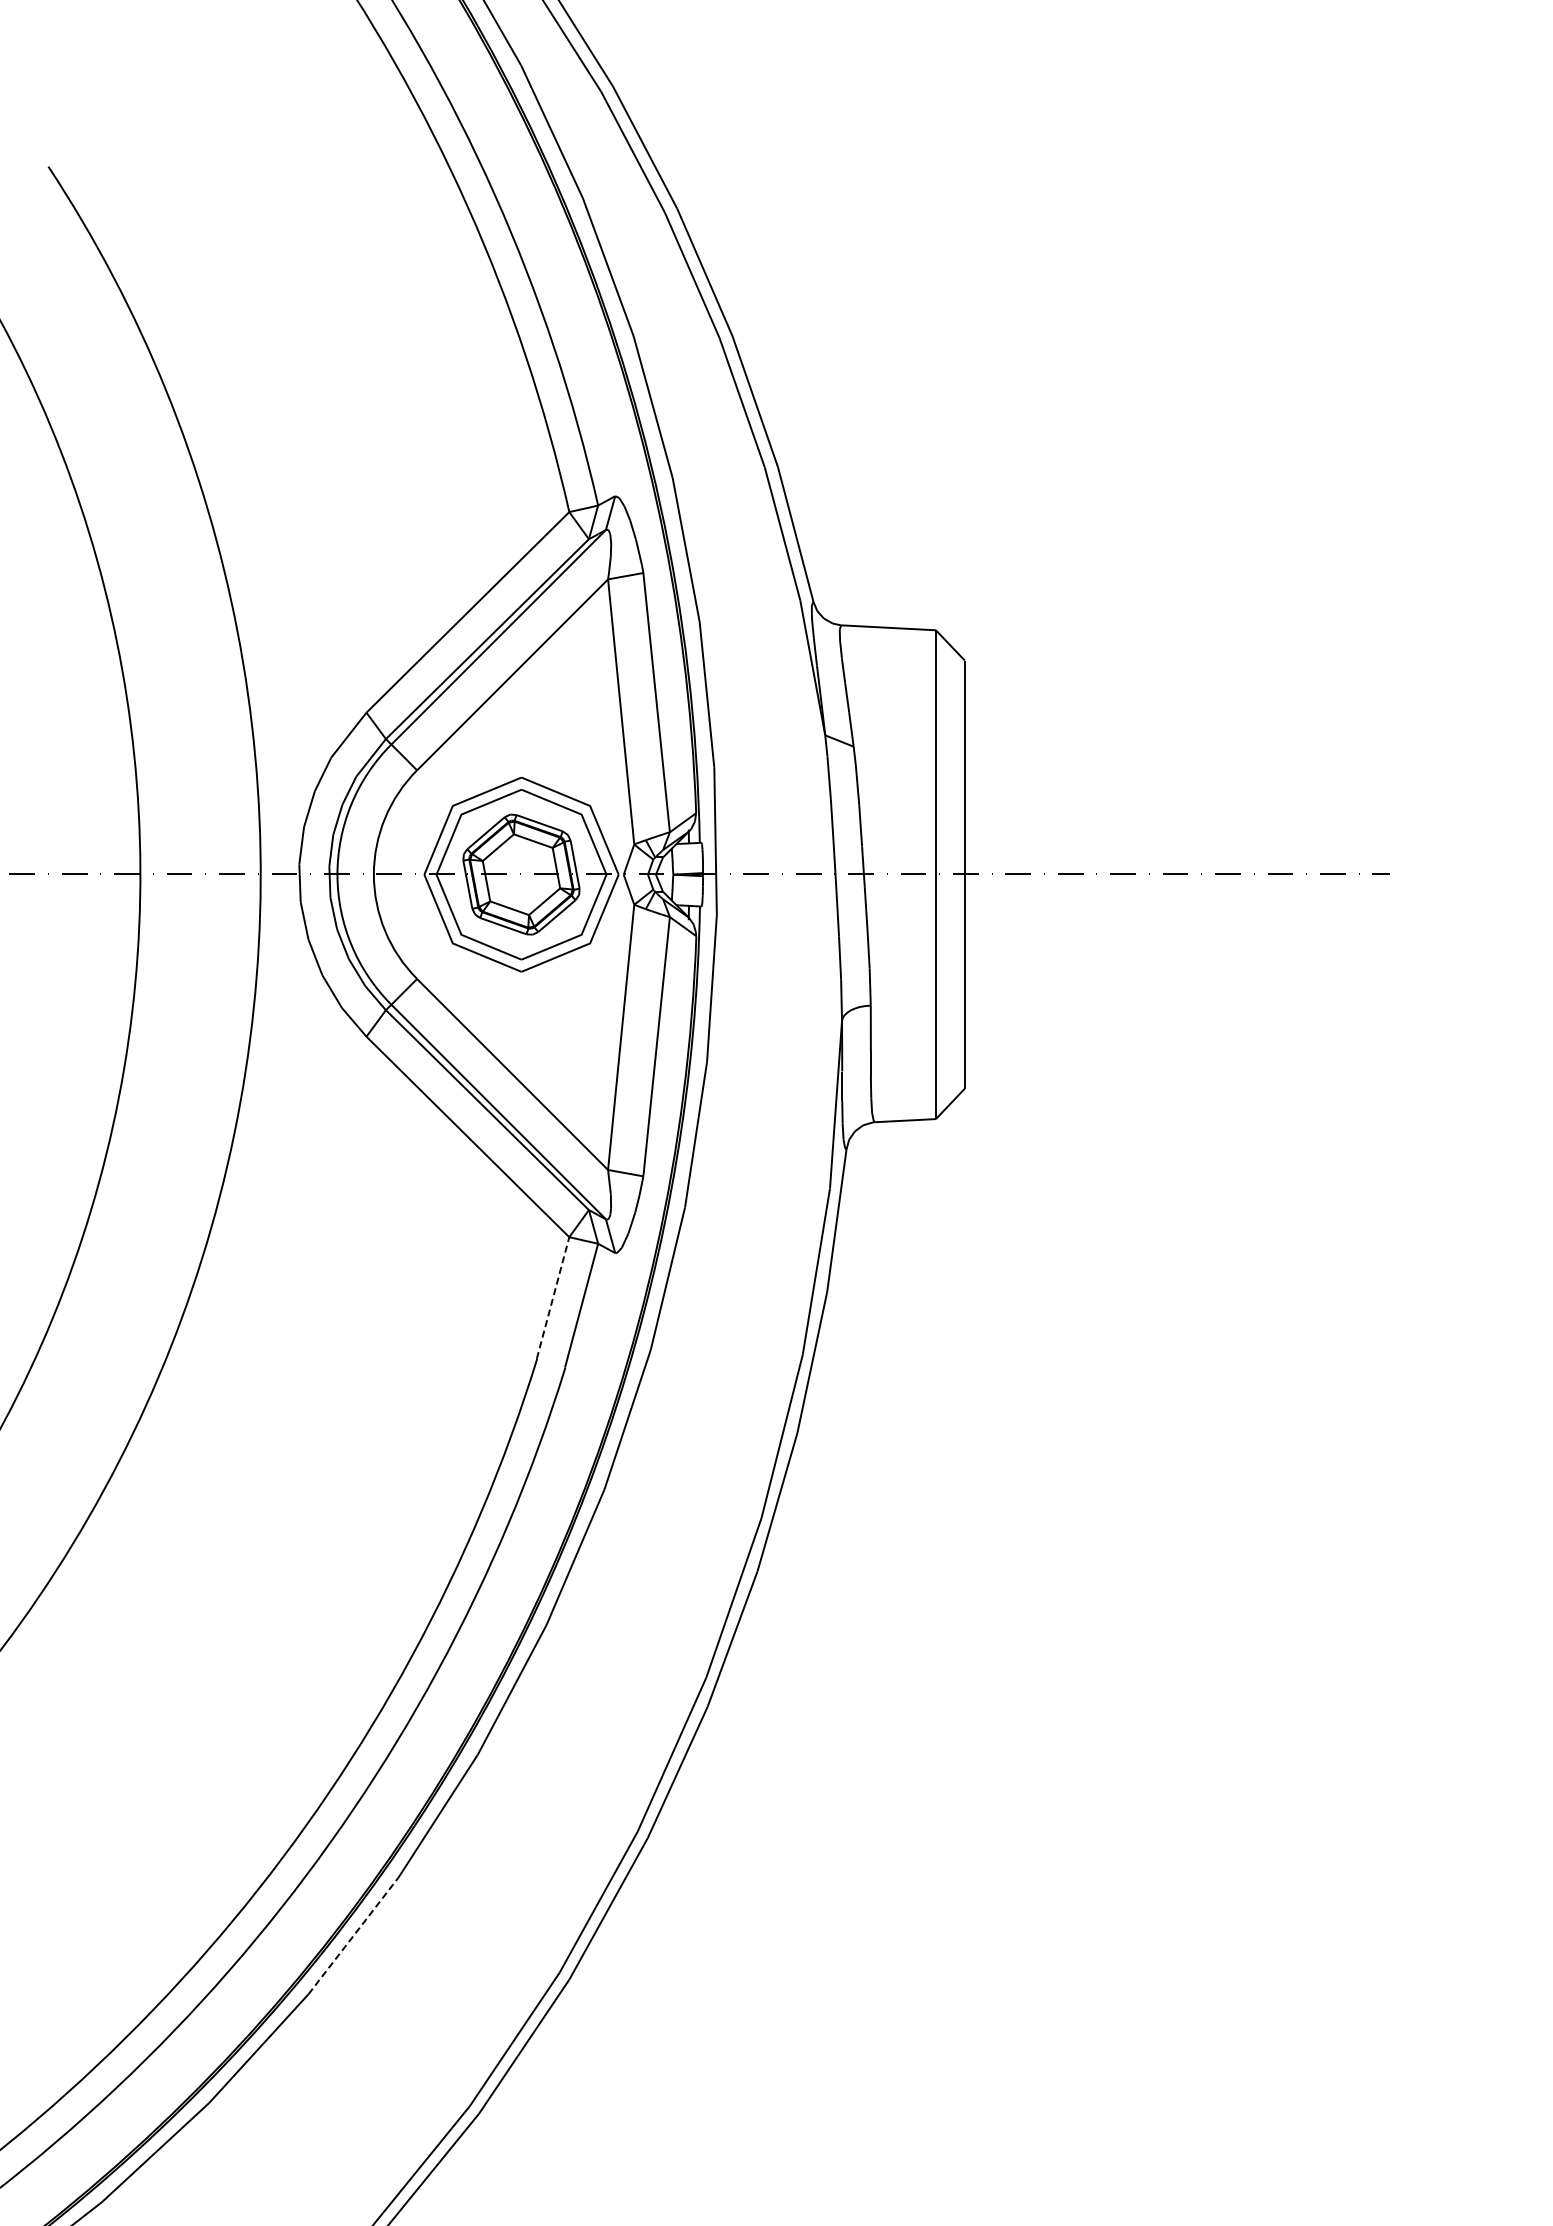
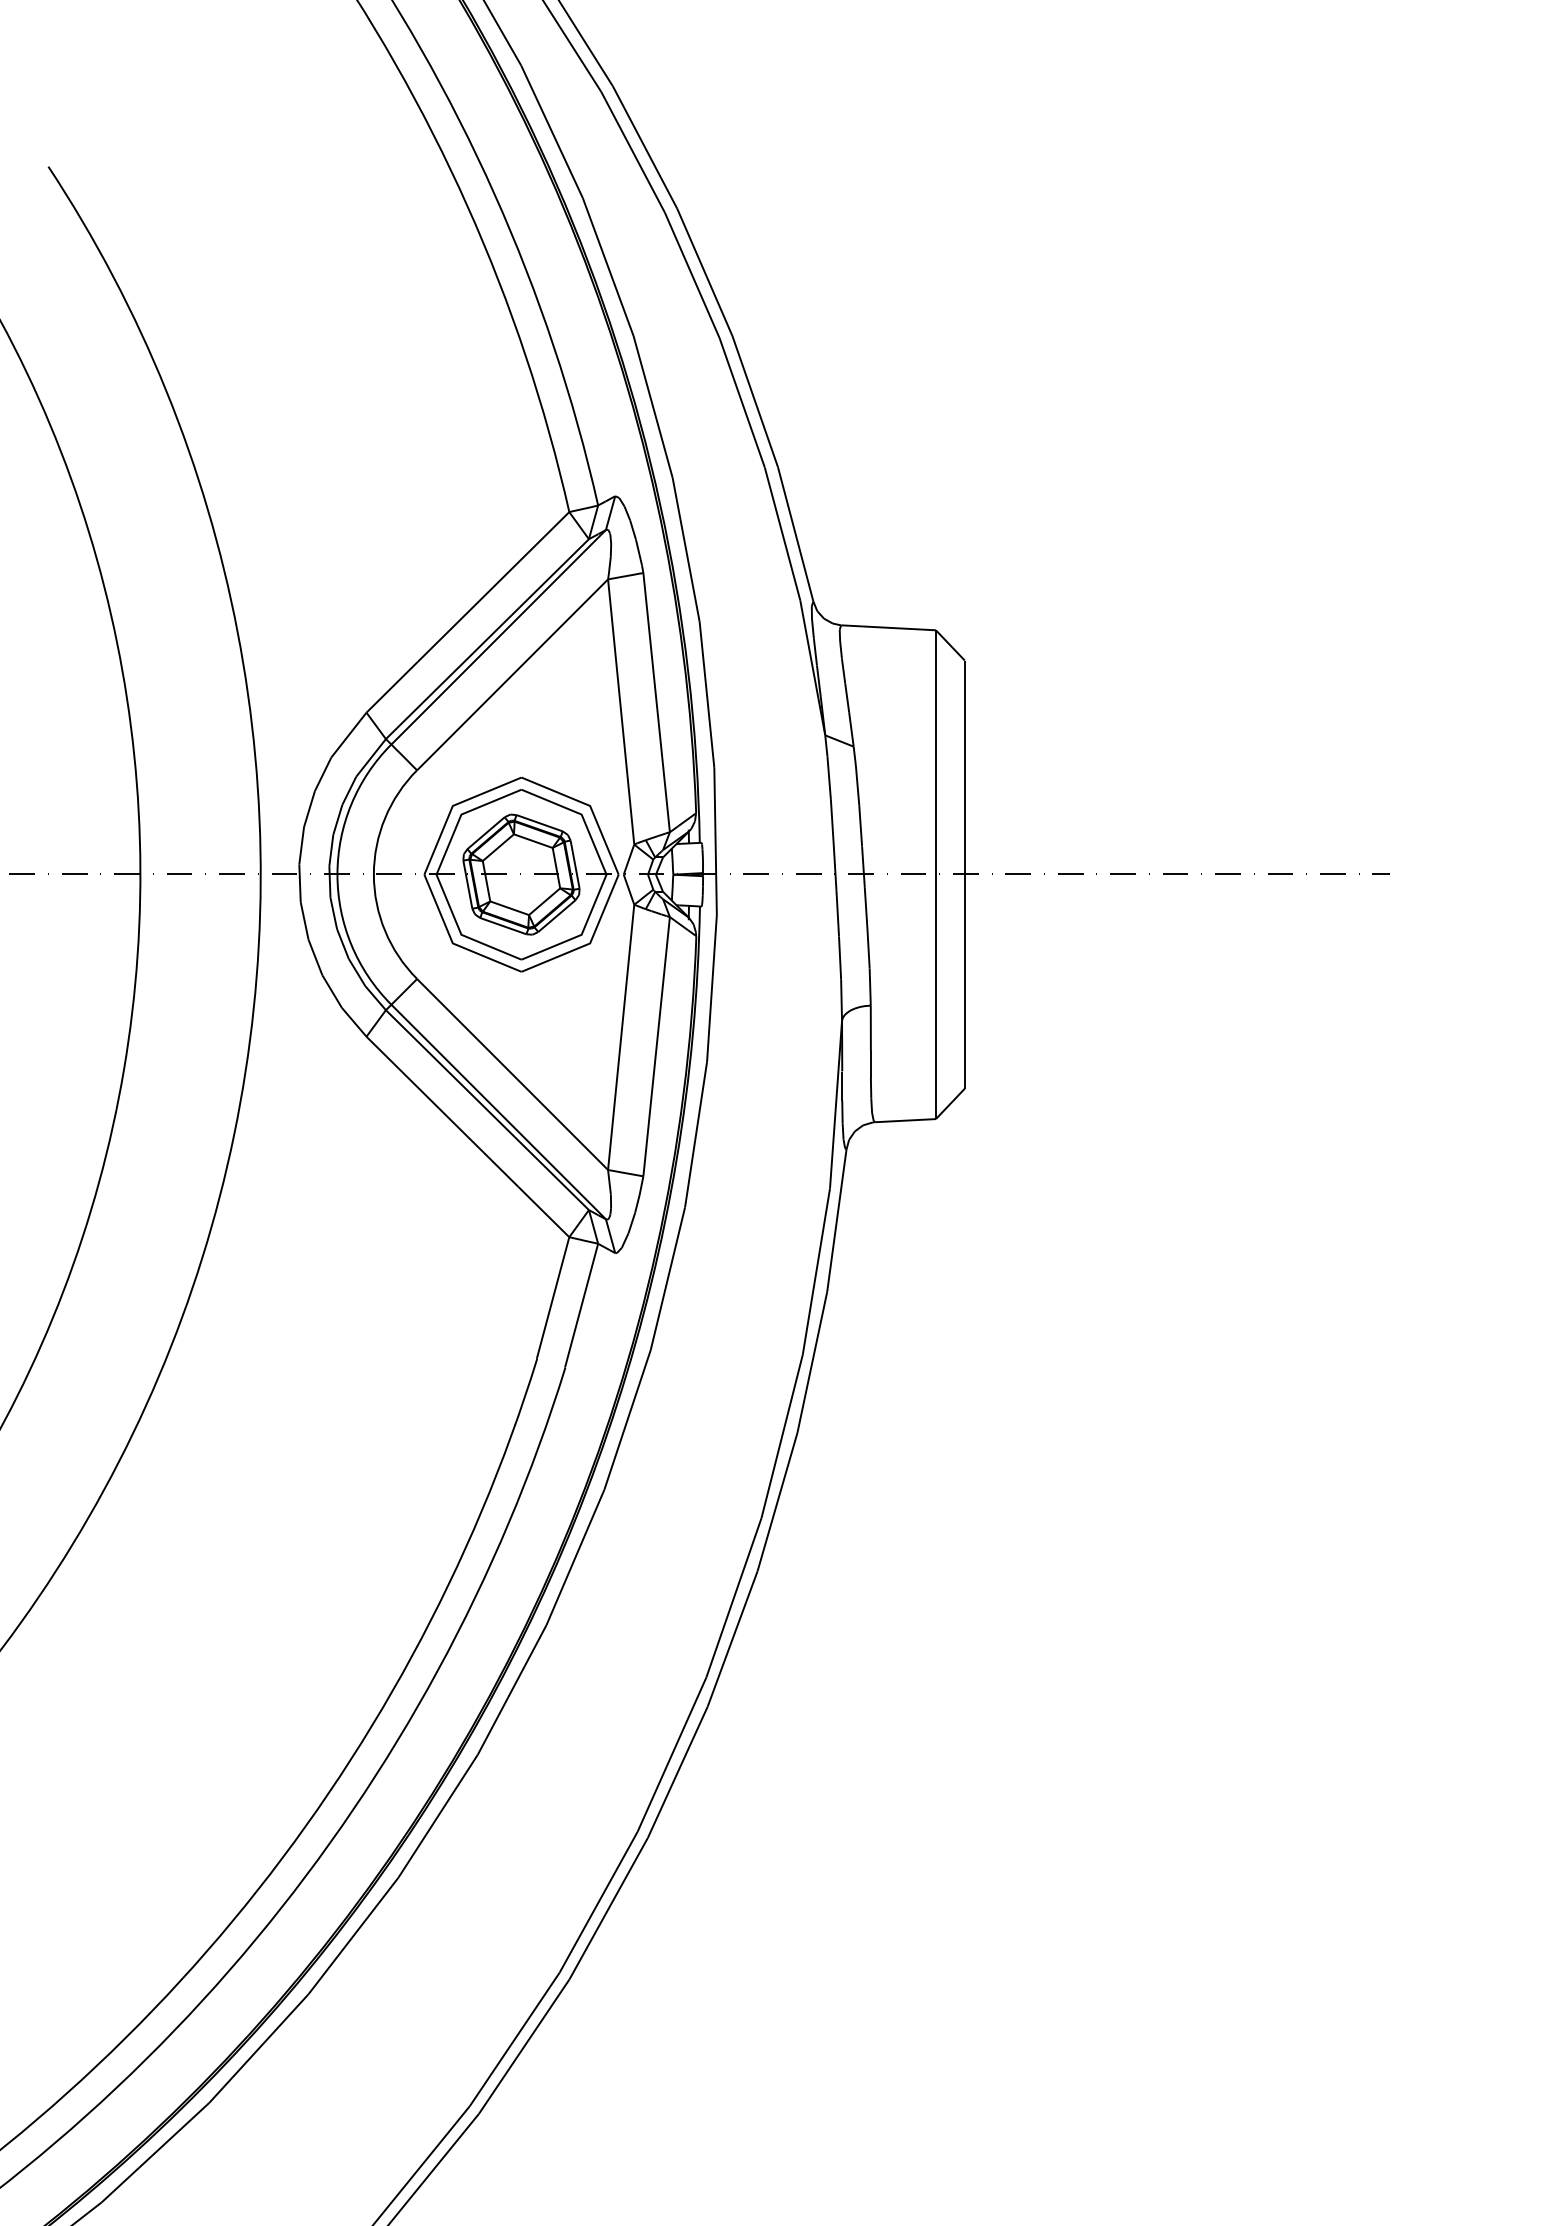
line at (553, 1298): dashed -> solid
line at (353, 1936): dashed -> solid
